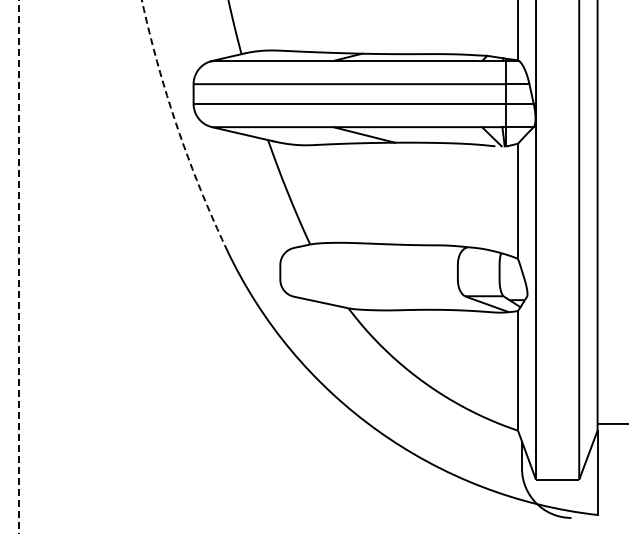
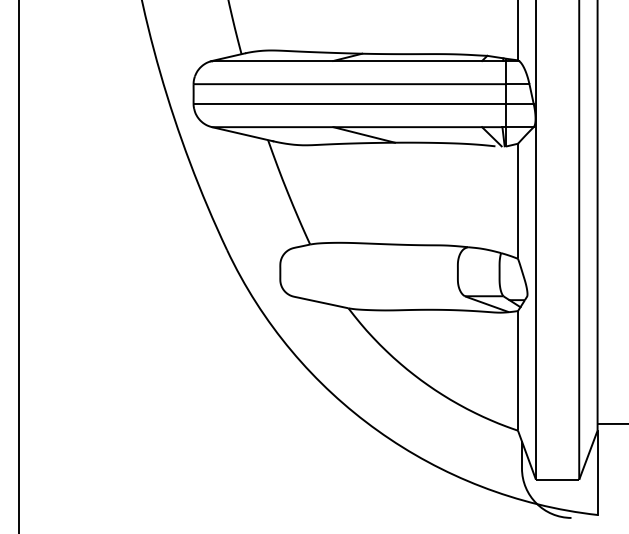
arc at (177, 127): dashed -> solid
line at (18, 266): dashed -> solid
